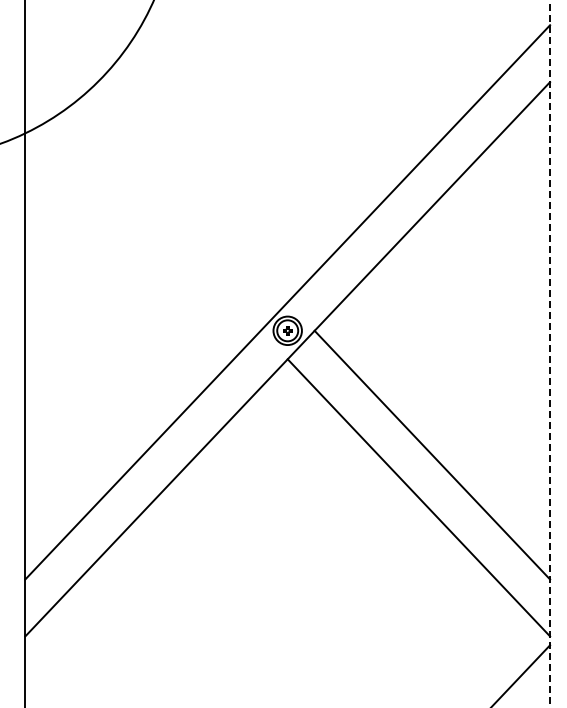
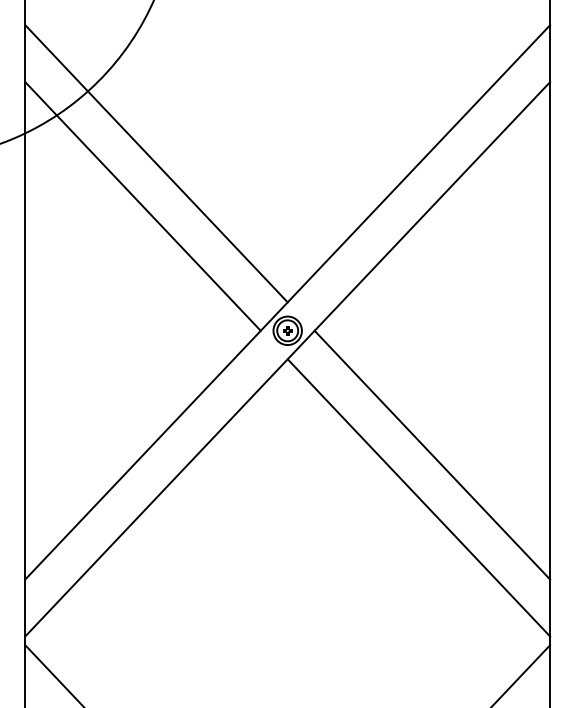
line at (156, 163): none -> present
line at (142, 206): none -> present
line at (550, 354): dashed -> solid
line at (53, 674): none -> present
